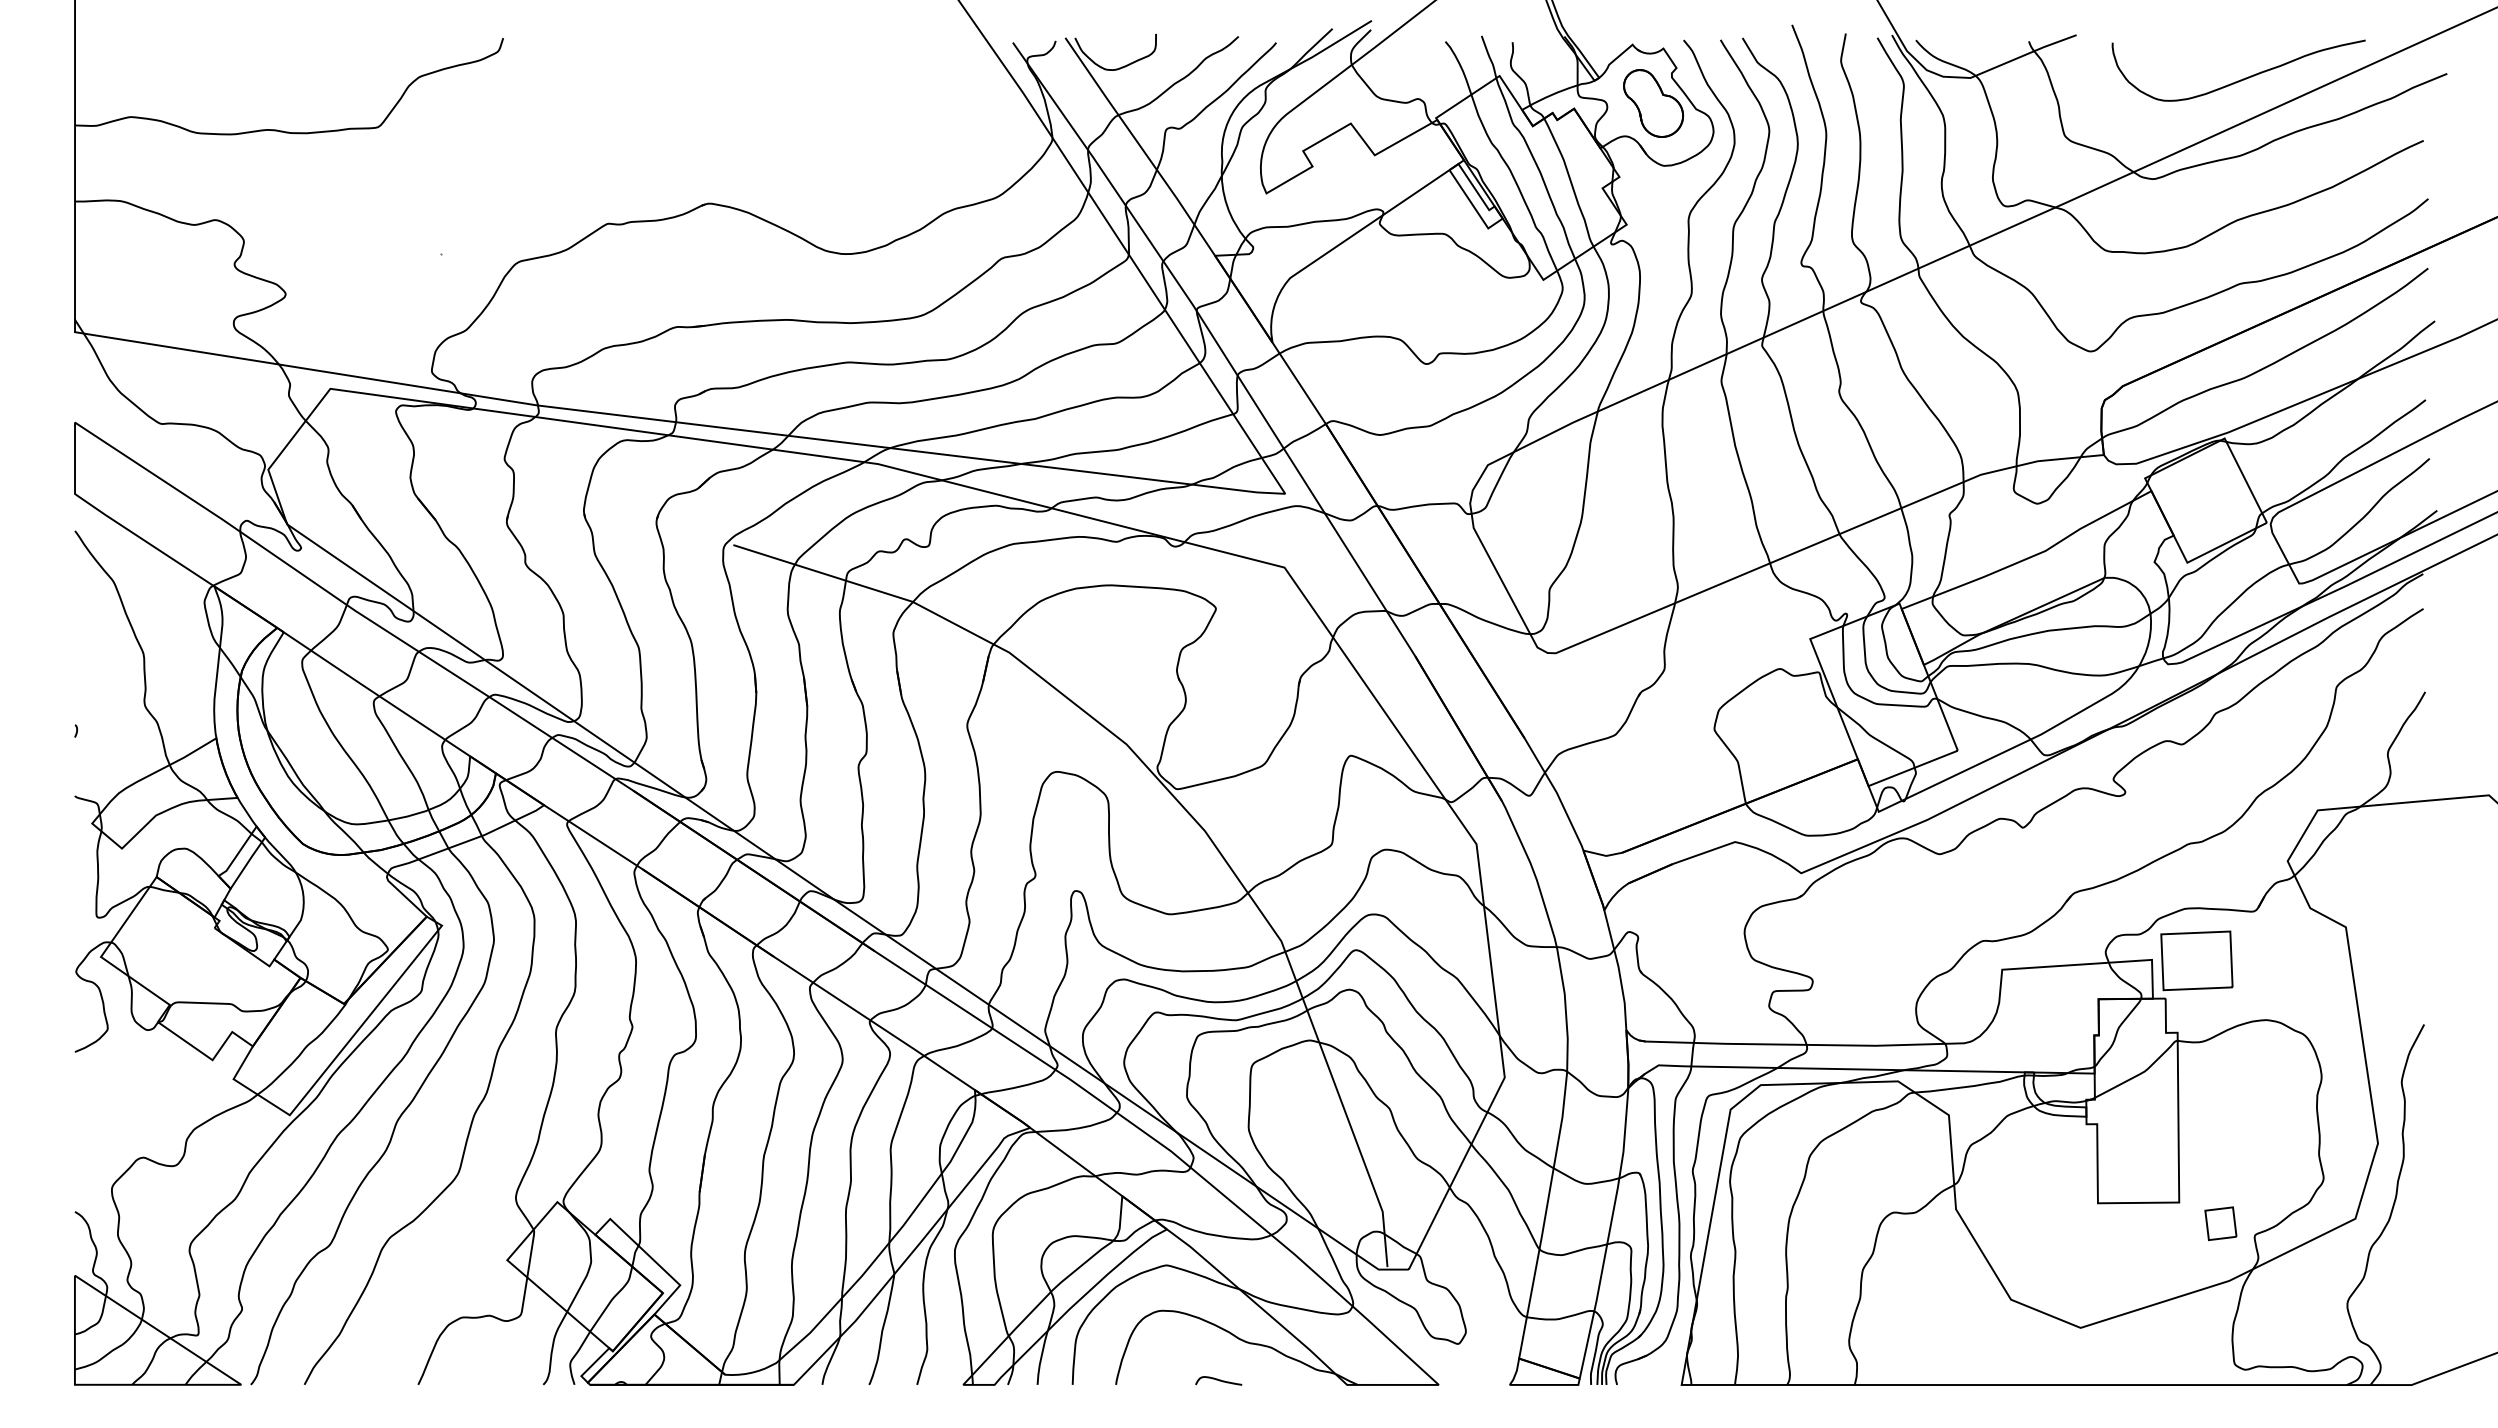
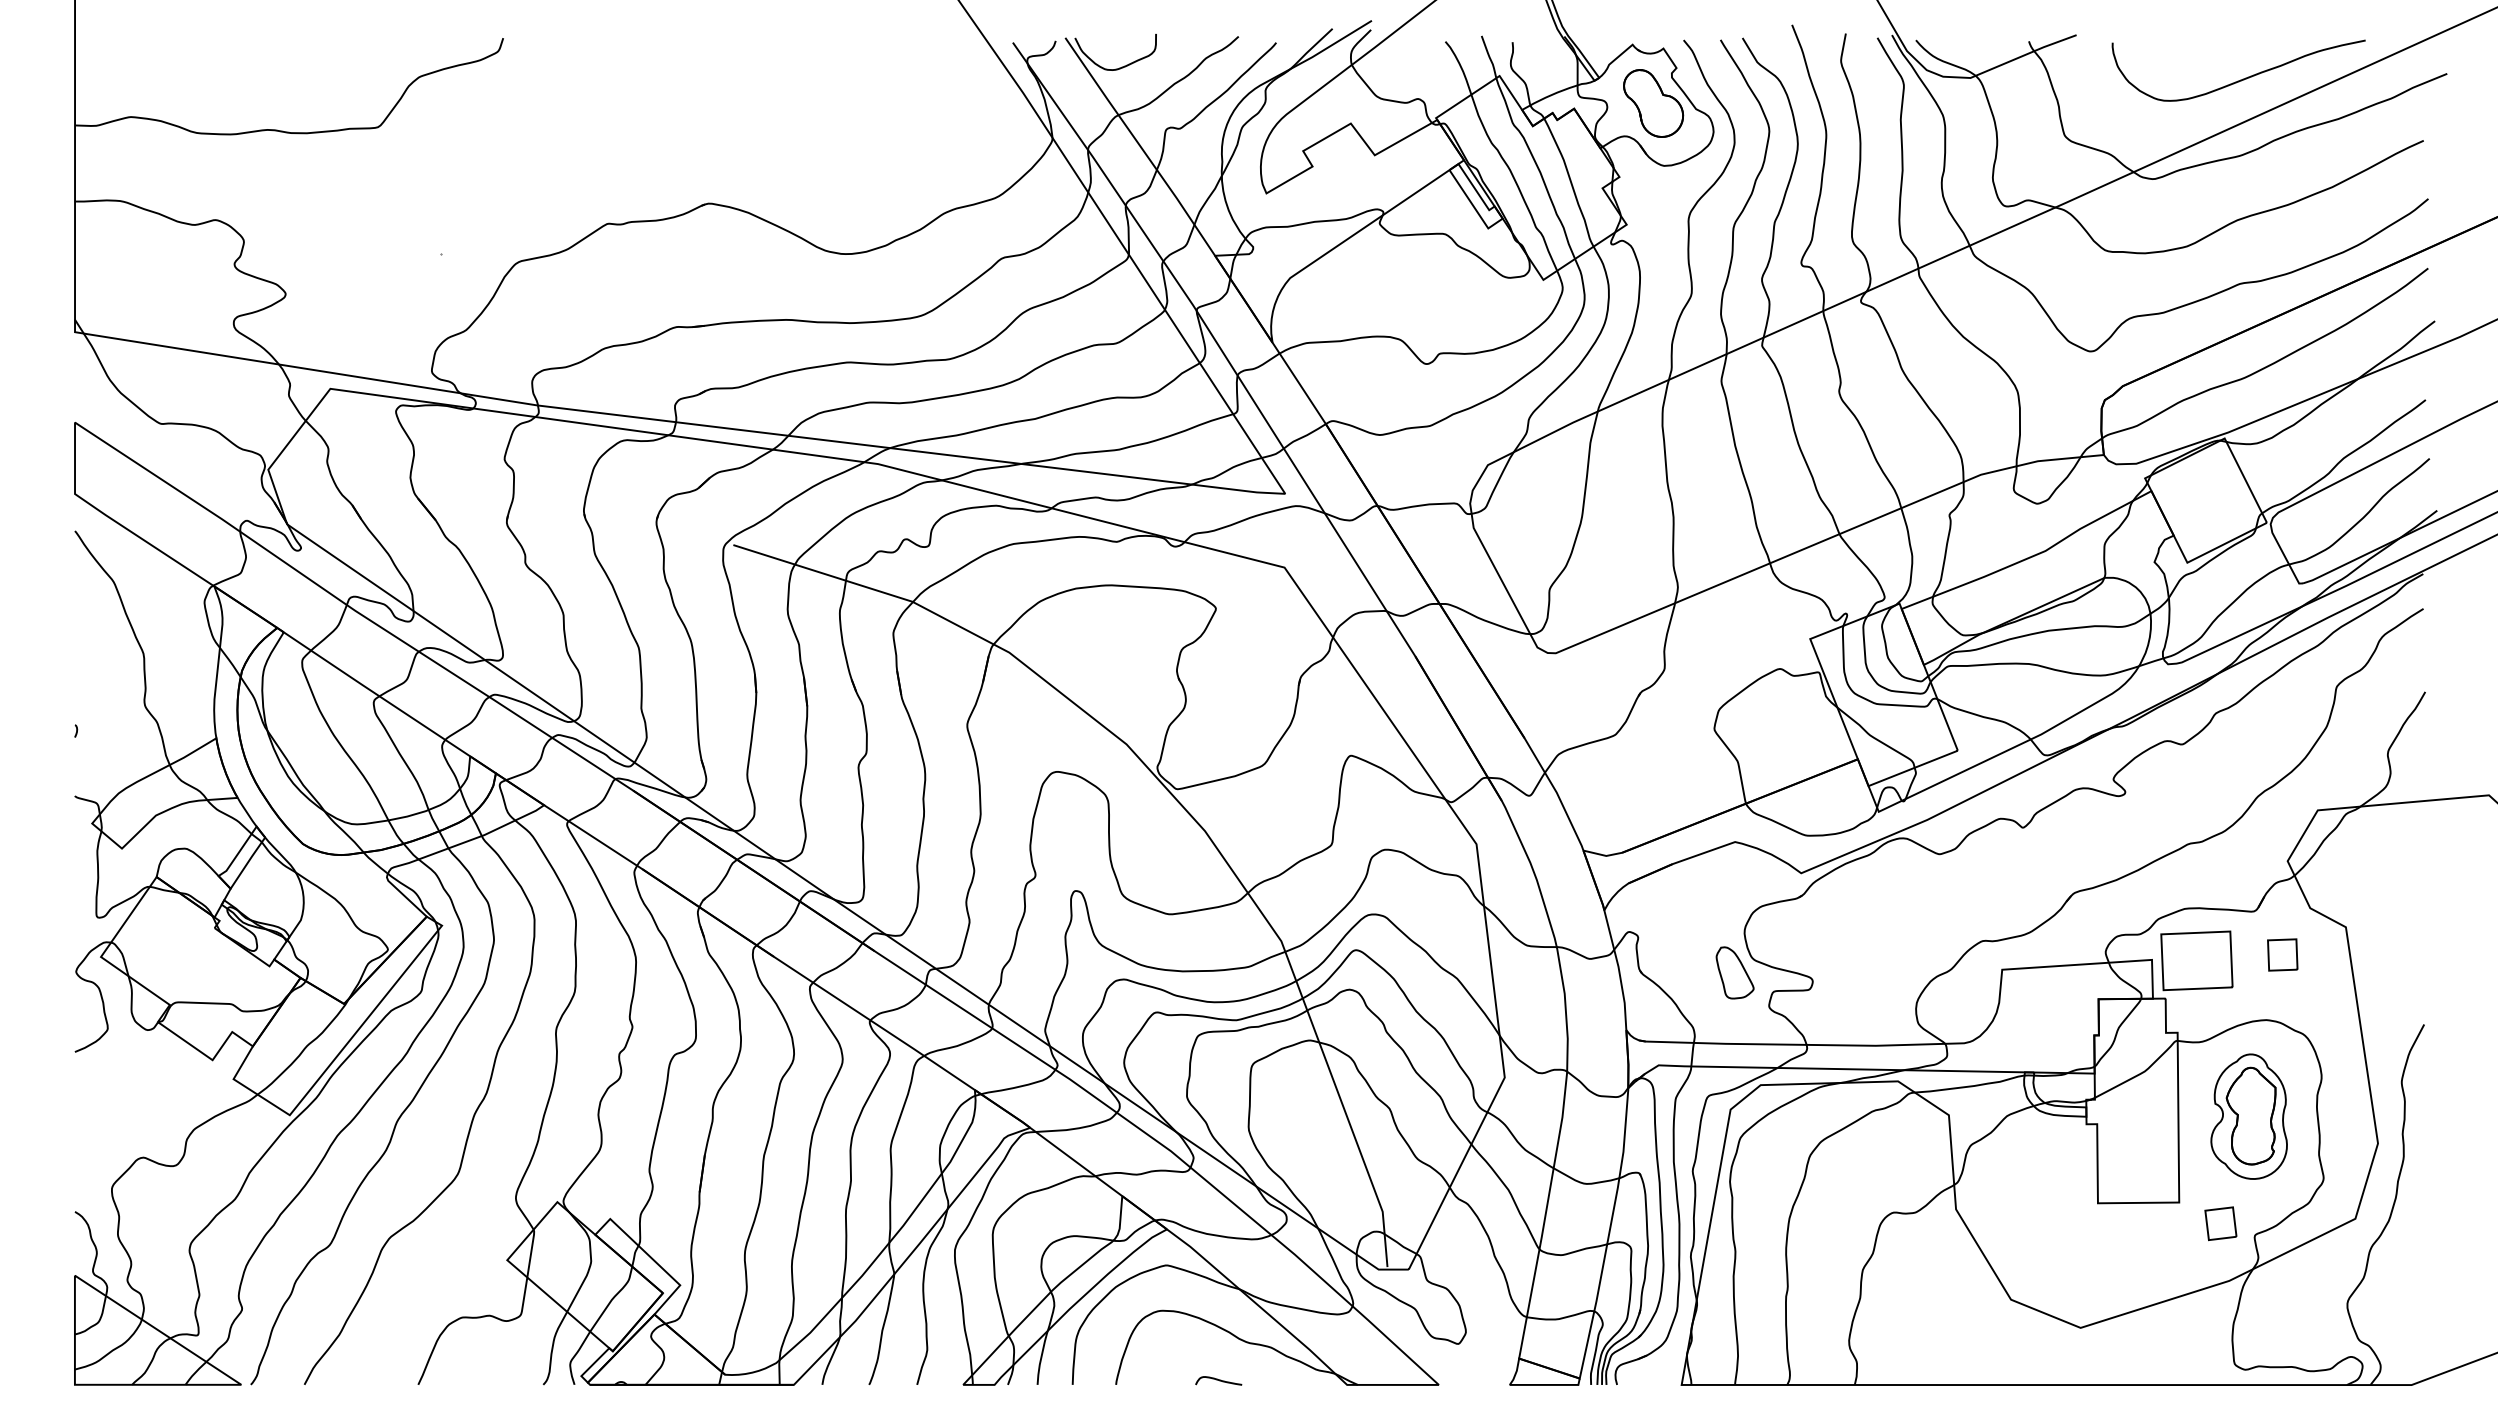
part at (2282, 954): none -> present
part at (1734, 972): none -> present
part at (2248, 1116): none -> present
